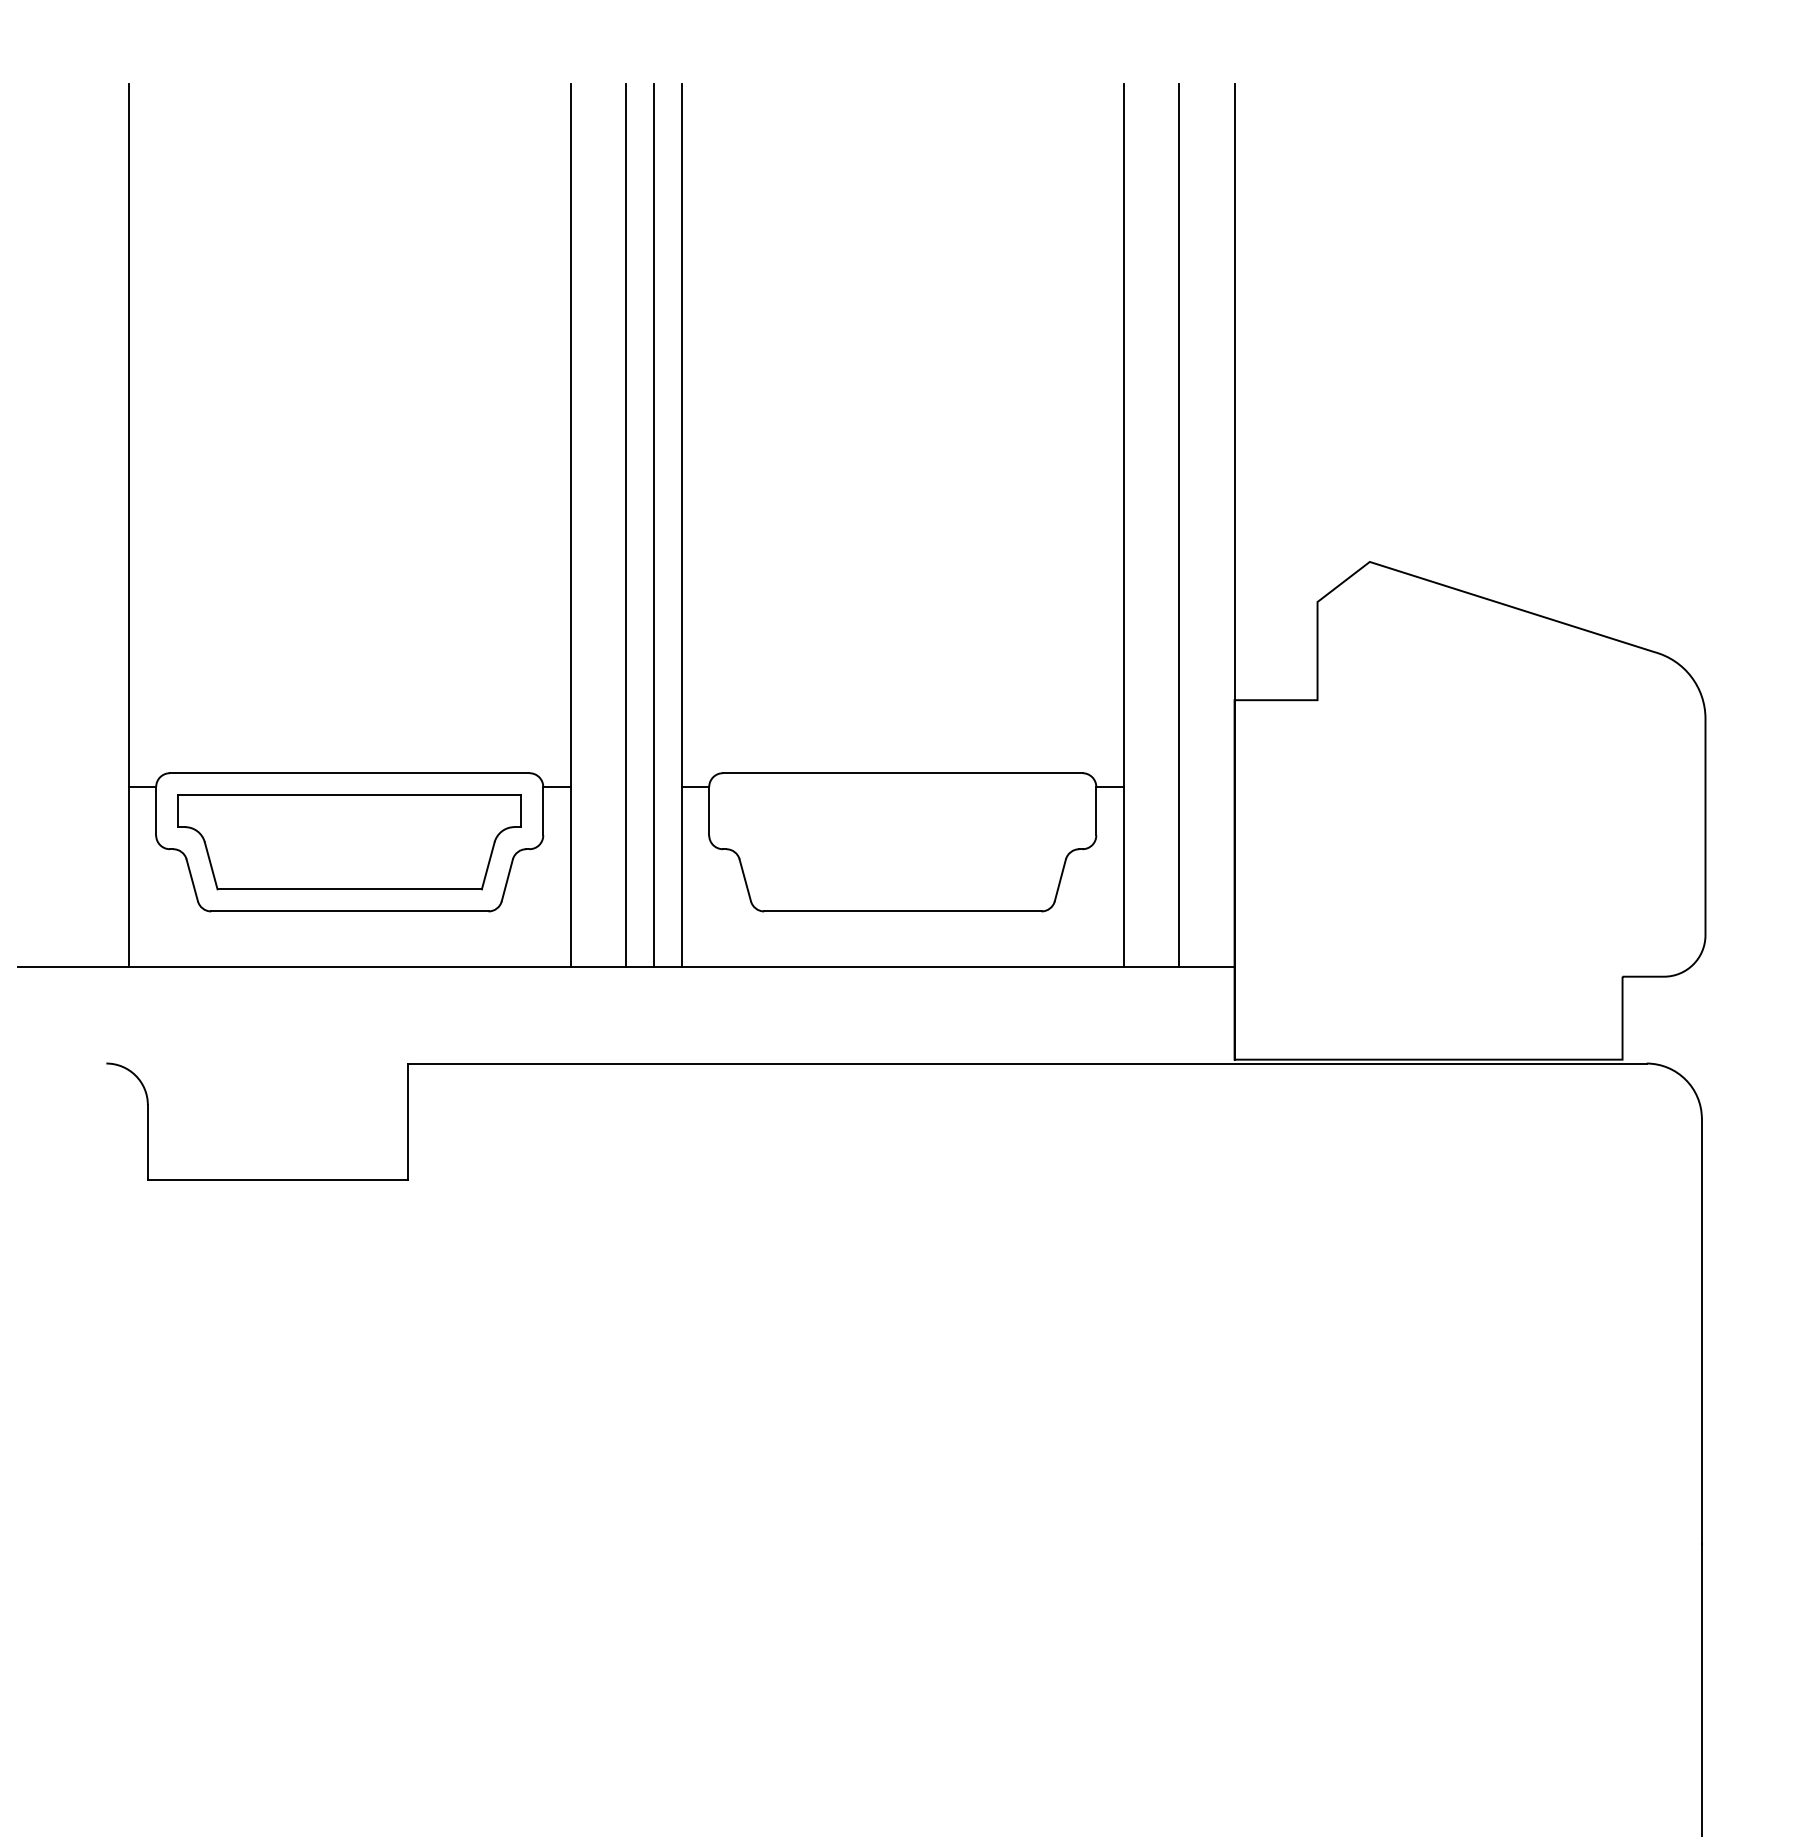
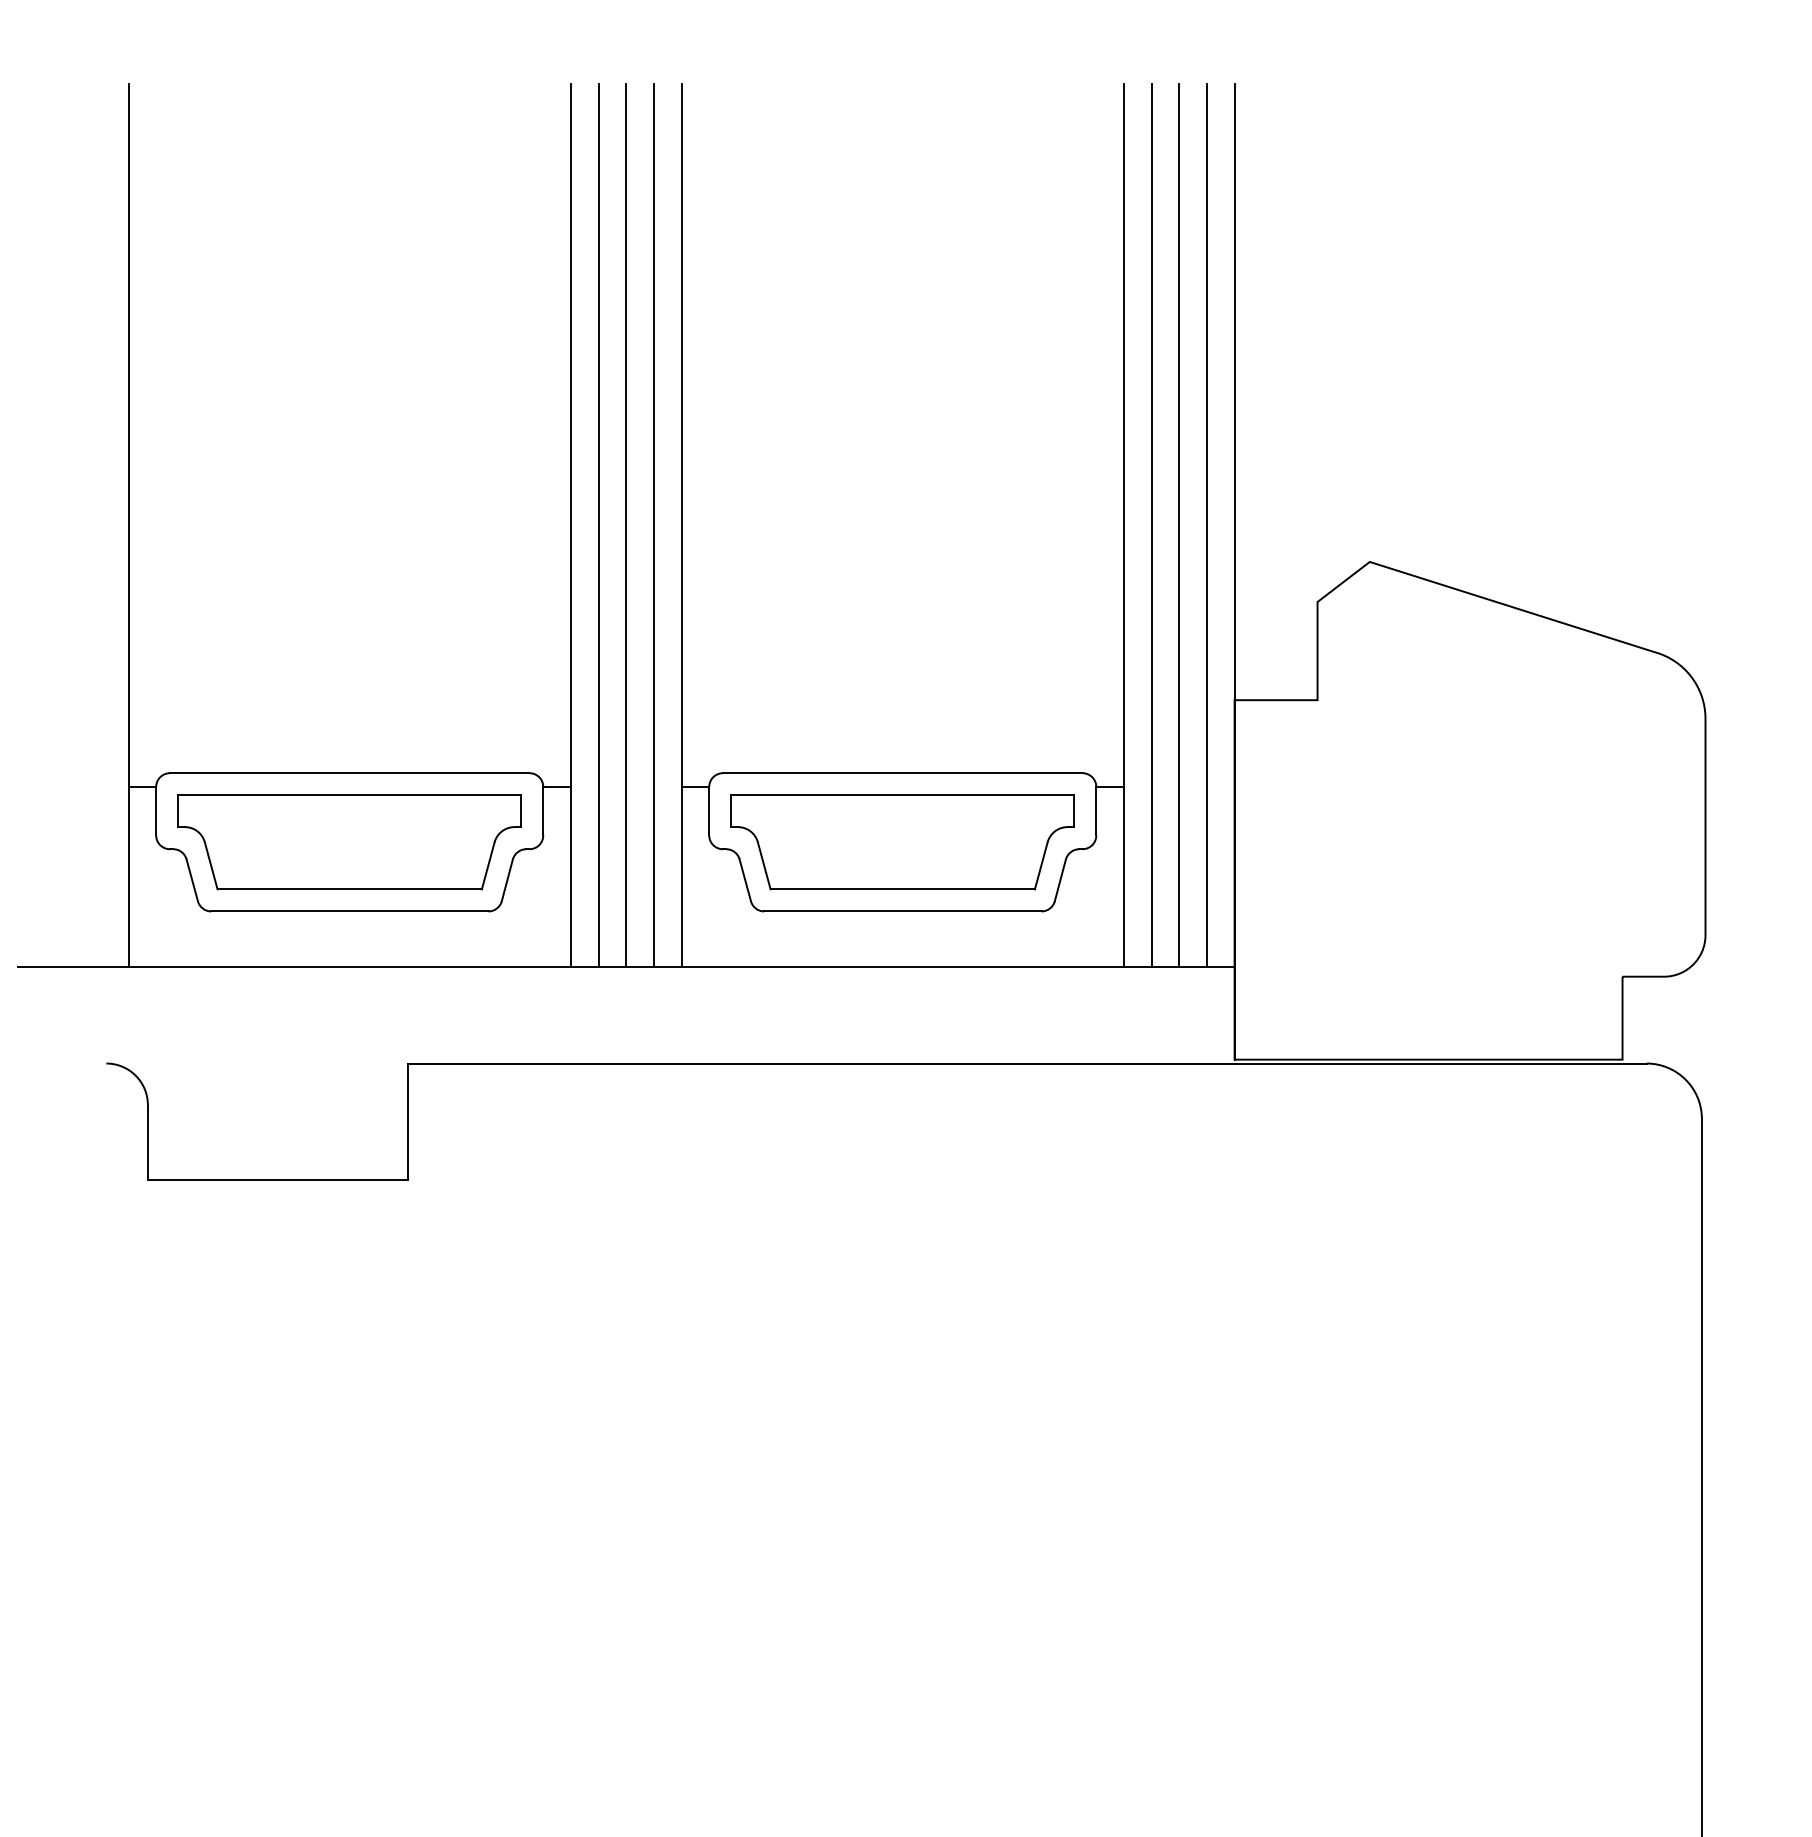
line at (598, 525): none -> present
line at (1151, 525): none -> present
line at (1206, 525): none -> present
part at (902, 842): none -> present
